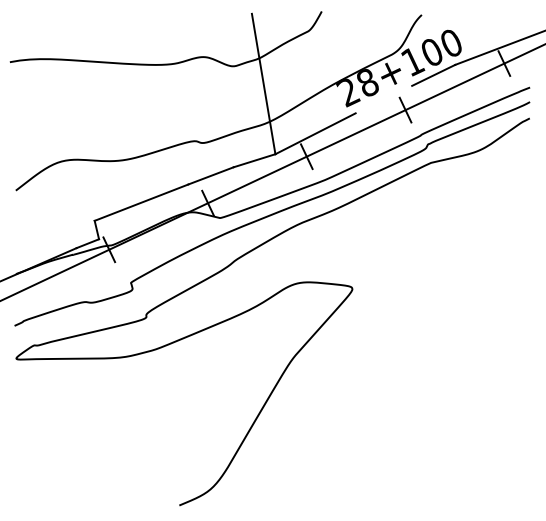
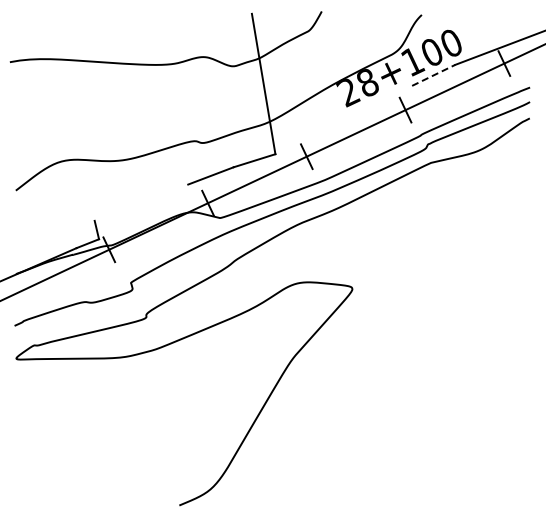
line at (433, 75): solid -> dashed
line at (315, 133): present -> none
line at (141, 202): present -> none
